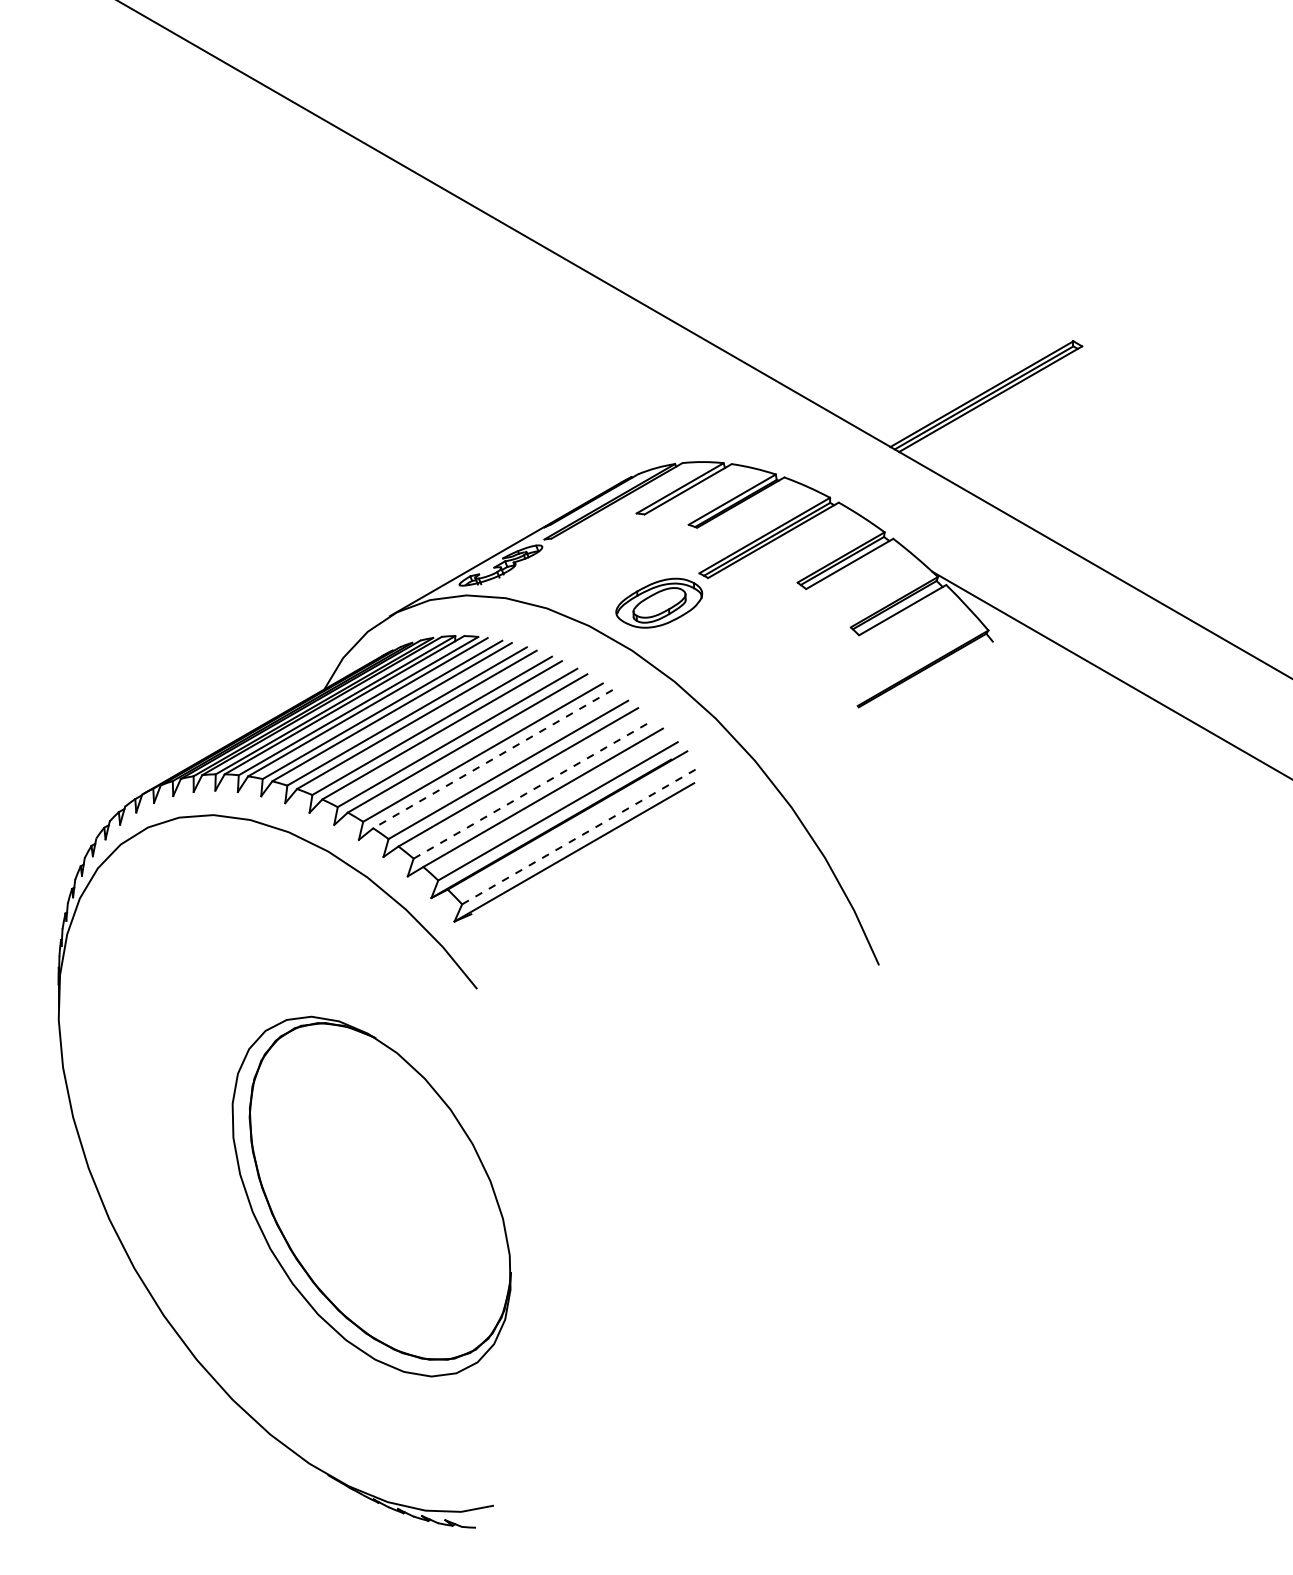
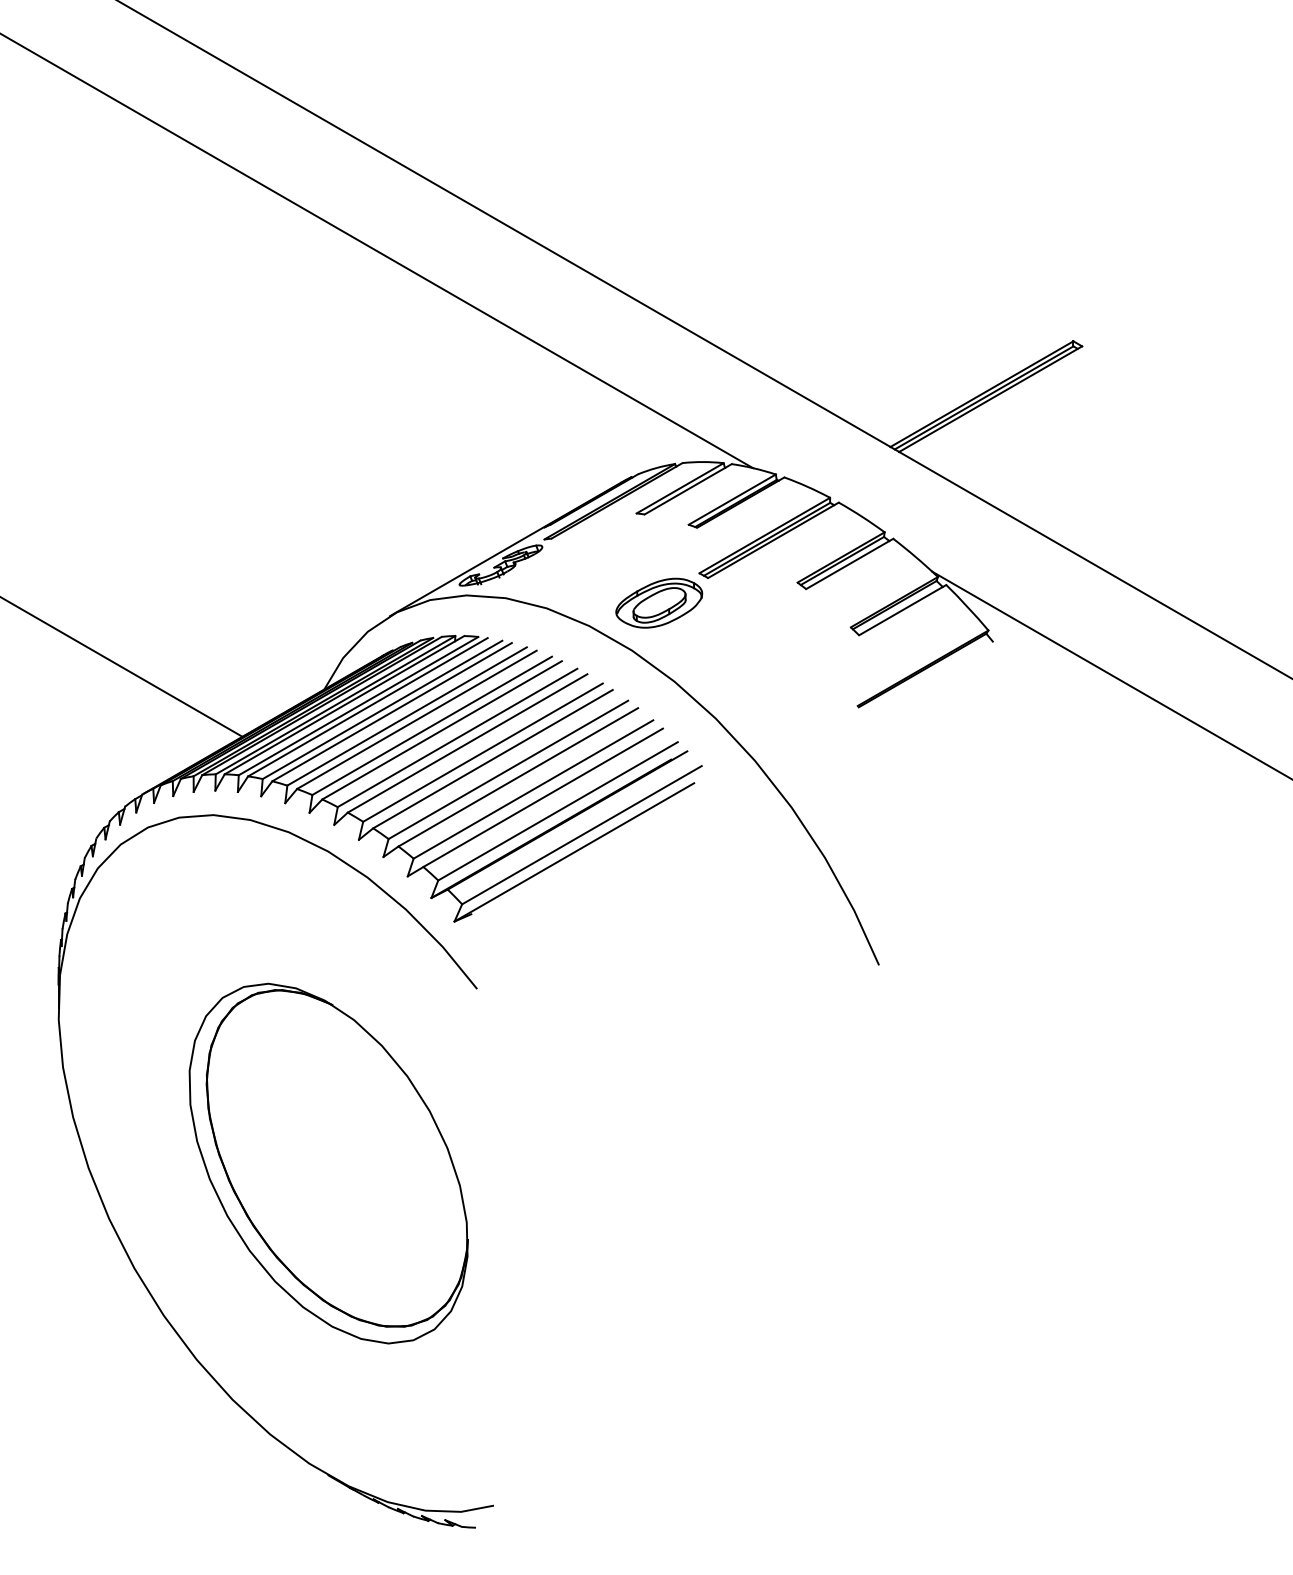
line at (377, 251): none -> present
line at (122, 667): none -> present
line at (492, 759): dashed -> solid
line at (533, 789): dashed -> solid
line at (582, 834): dashed -> solid
part at (371, 1196) position: (371, 1196) -> (328, 1163)
